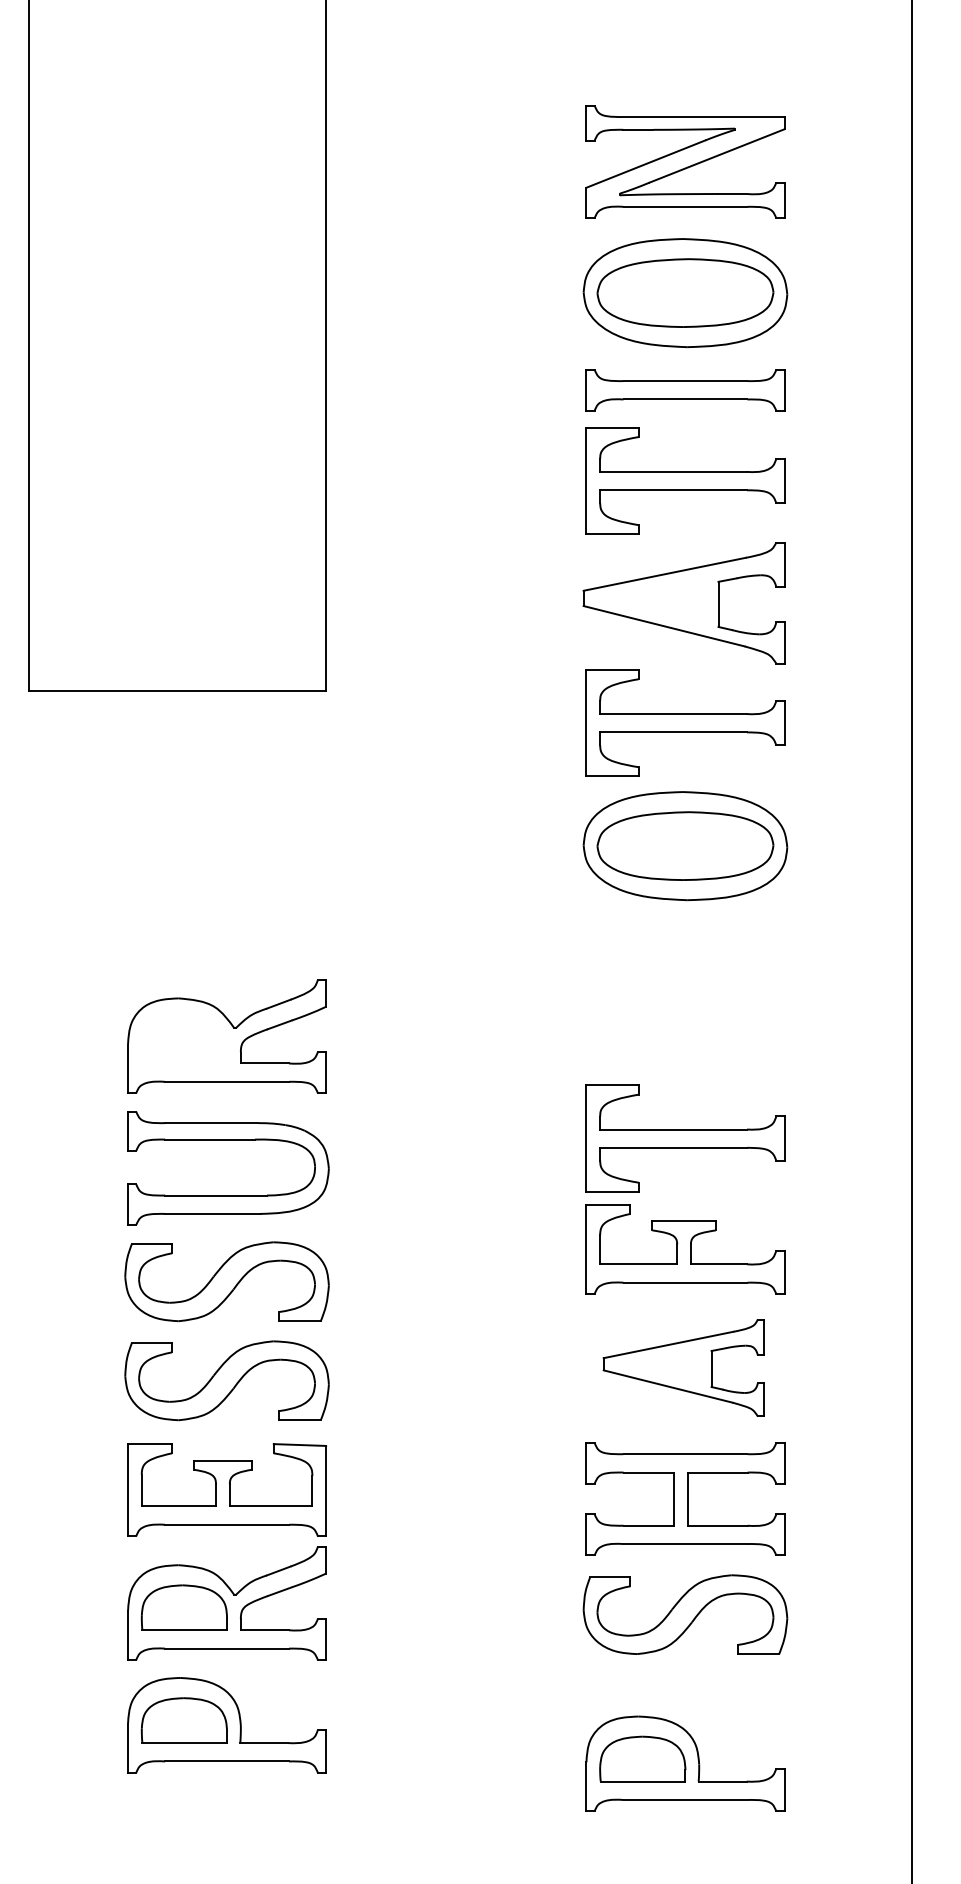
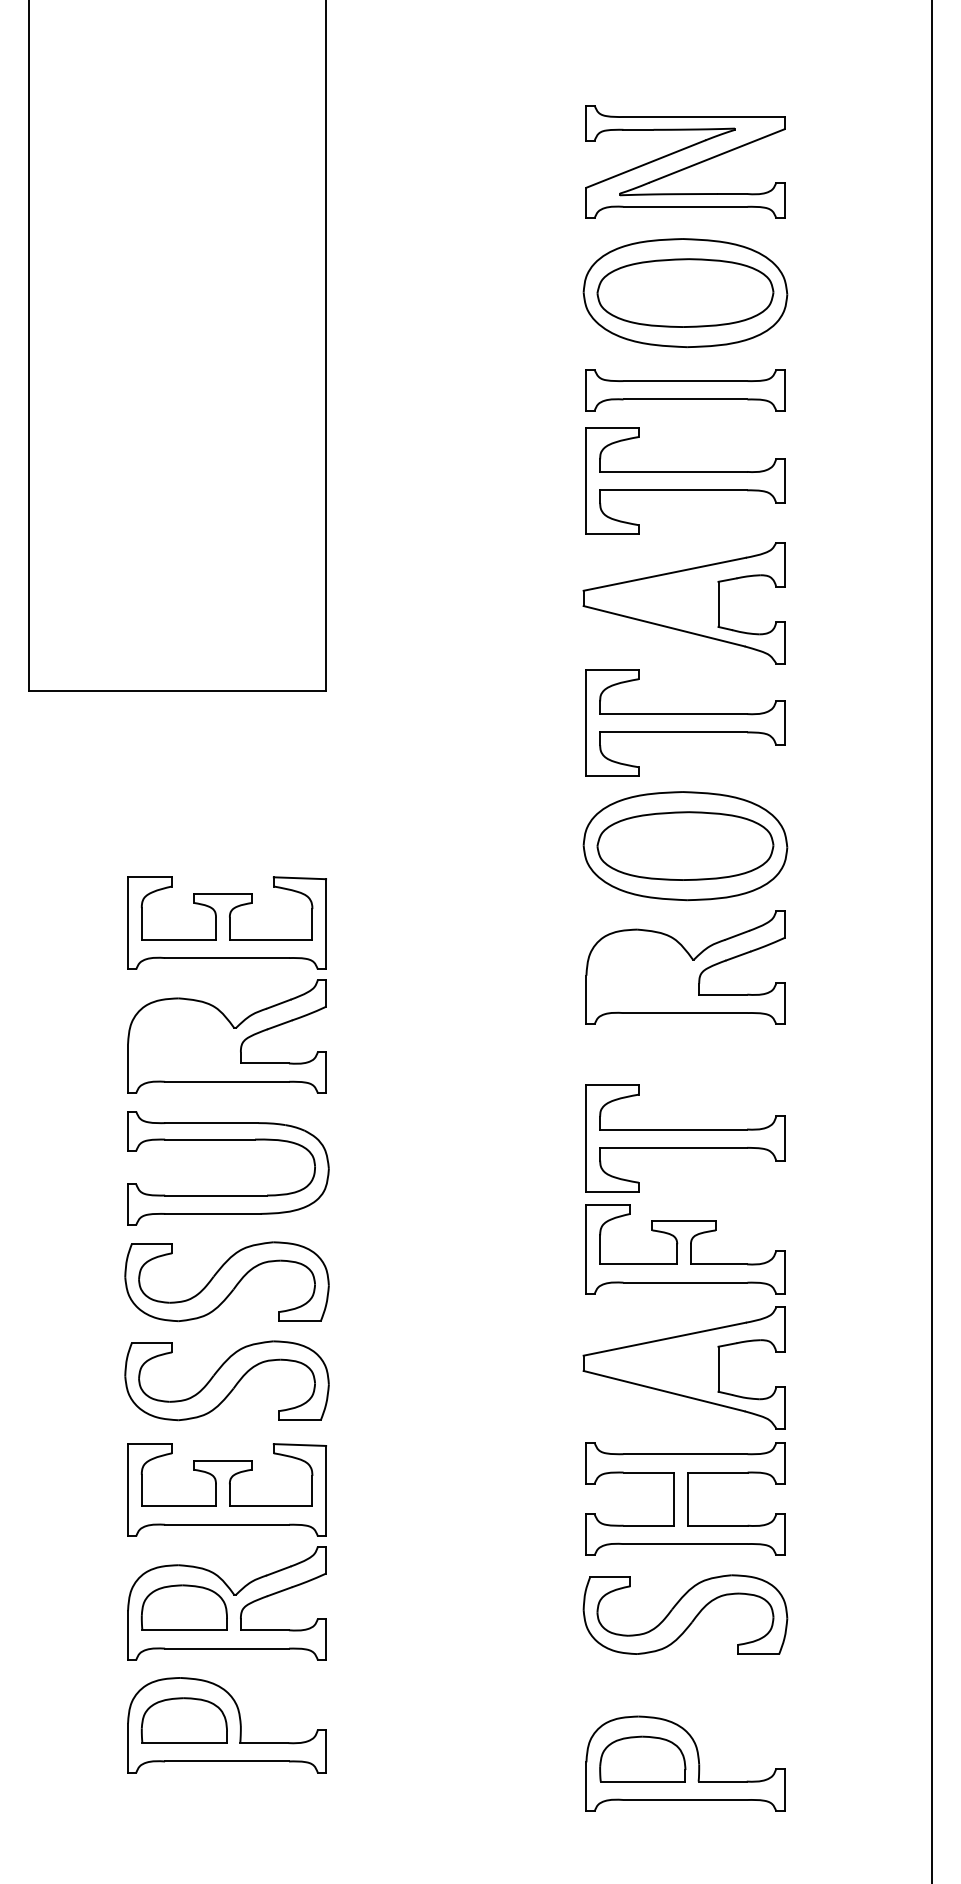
part at (226, 922): none -> present
line at (912, 941) position: (912, 941) -> (932, 941)
part at (685, 967): none -> present
part at (683, 1367) size: 163x98 px -> 204x124 px
